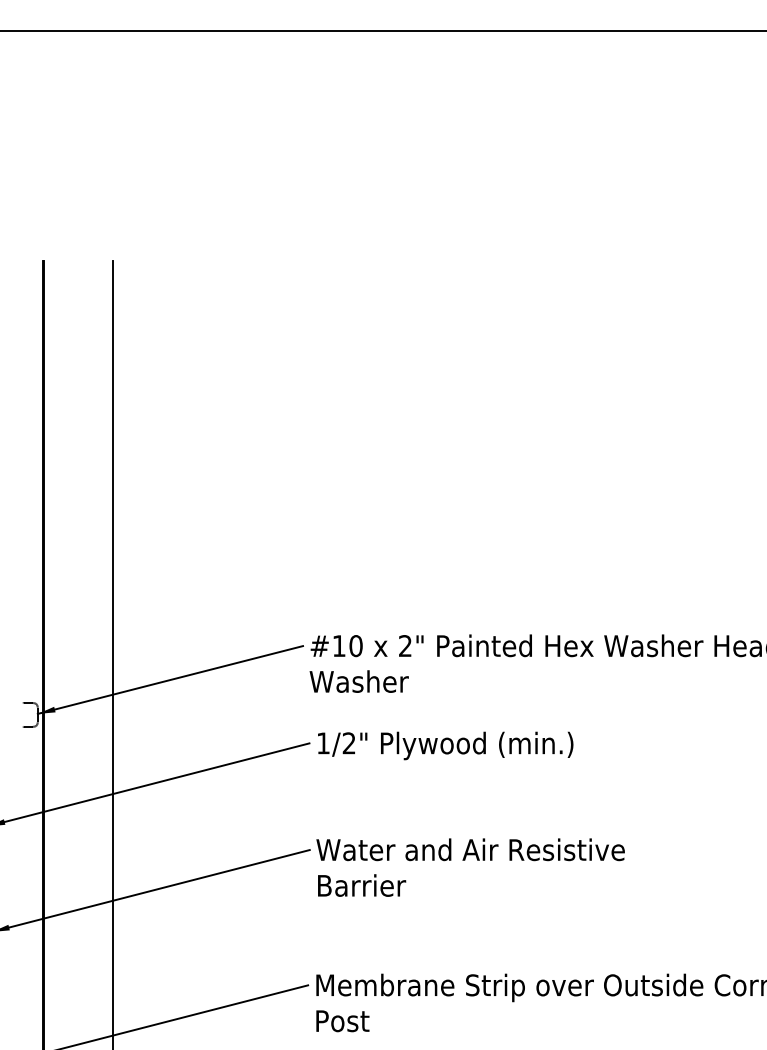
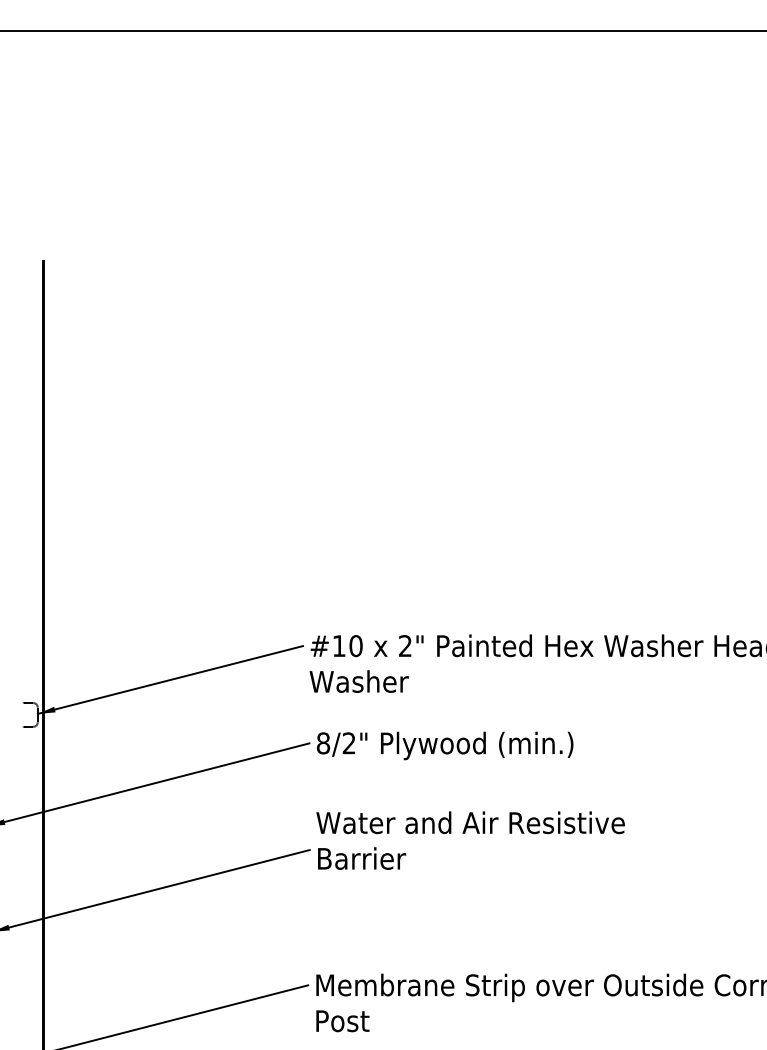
line at (113, 653): present -> none
text at (323, 743): 1/2" -> 8/2"
text at (470, 867) position: (470, 867) -> (470, 840)
